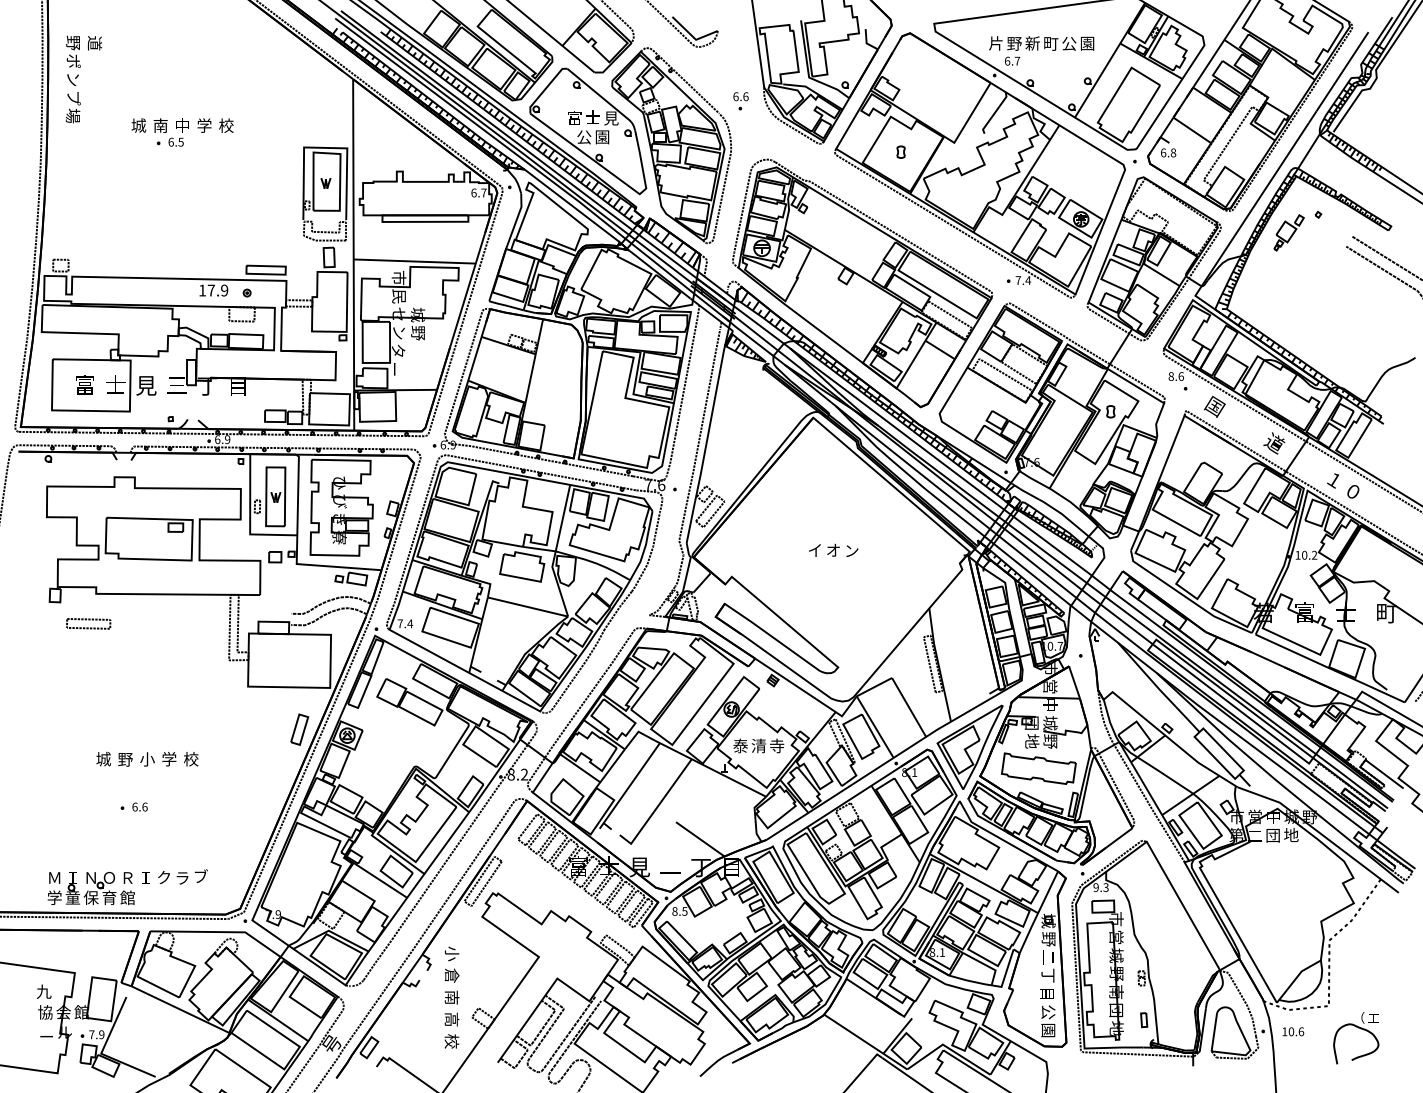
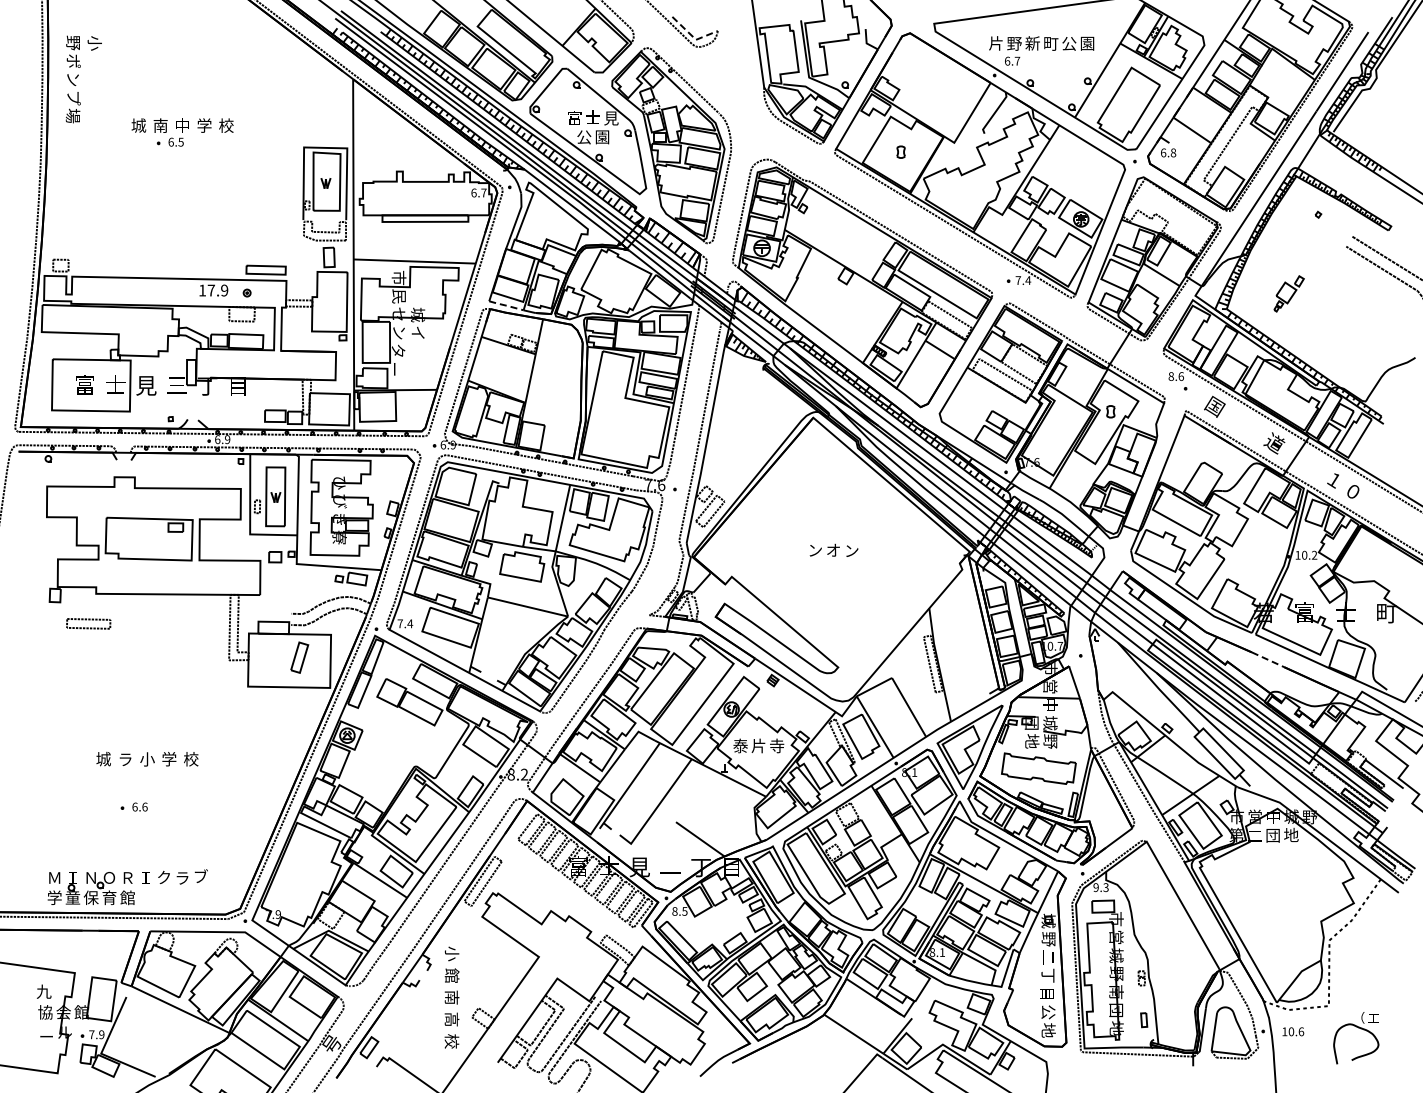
line at (693, 37): solid -> dashed
text at (94, 43): 道 -> 小
part at (740, 101): present -> none
part at (1288, 232) position: (1288, 232) -> (1288, 293)
line at (506, 305): solid -> dashed
text at (417, 332): 野 -> イ
text at (815, 550): イ -> ン
line at (1268, 659): solid -> dashed
part at (299, 729) position: (299, 729) -> (299, 657)
text at (758, 745): 清 -> 片
text at (125, 759): 野 -> ラ
text at (451, 975): 倉 -> 館
text at (1048, 1030): 園 -> 地
